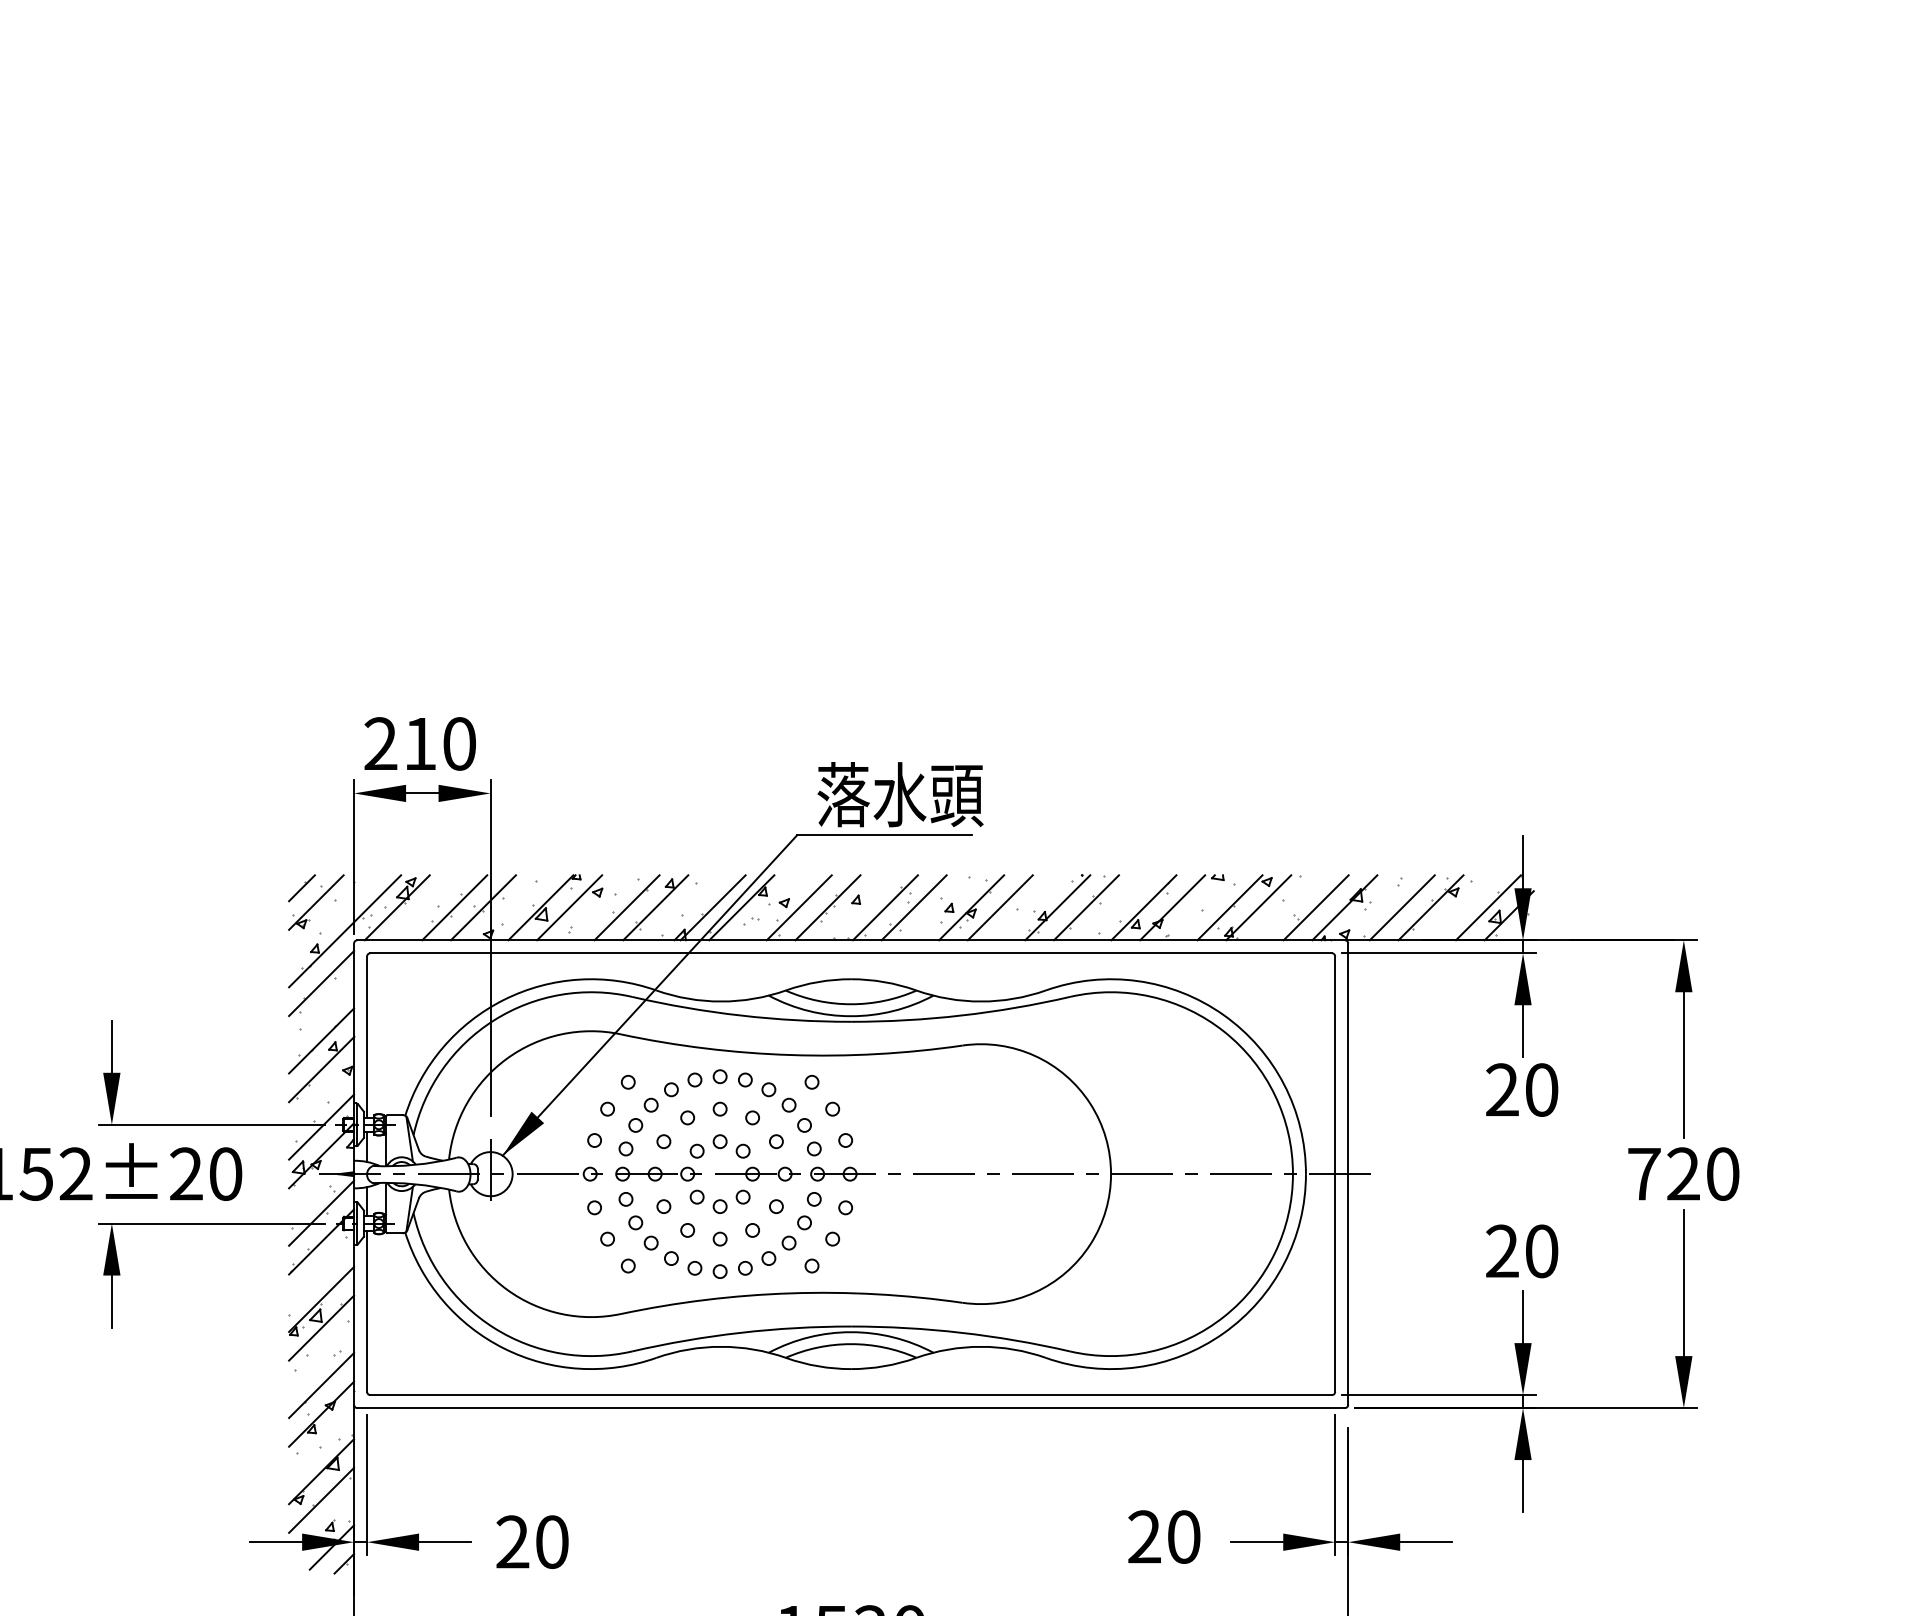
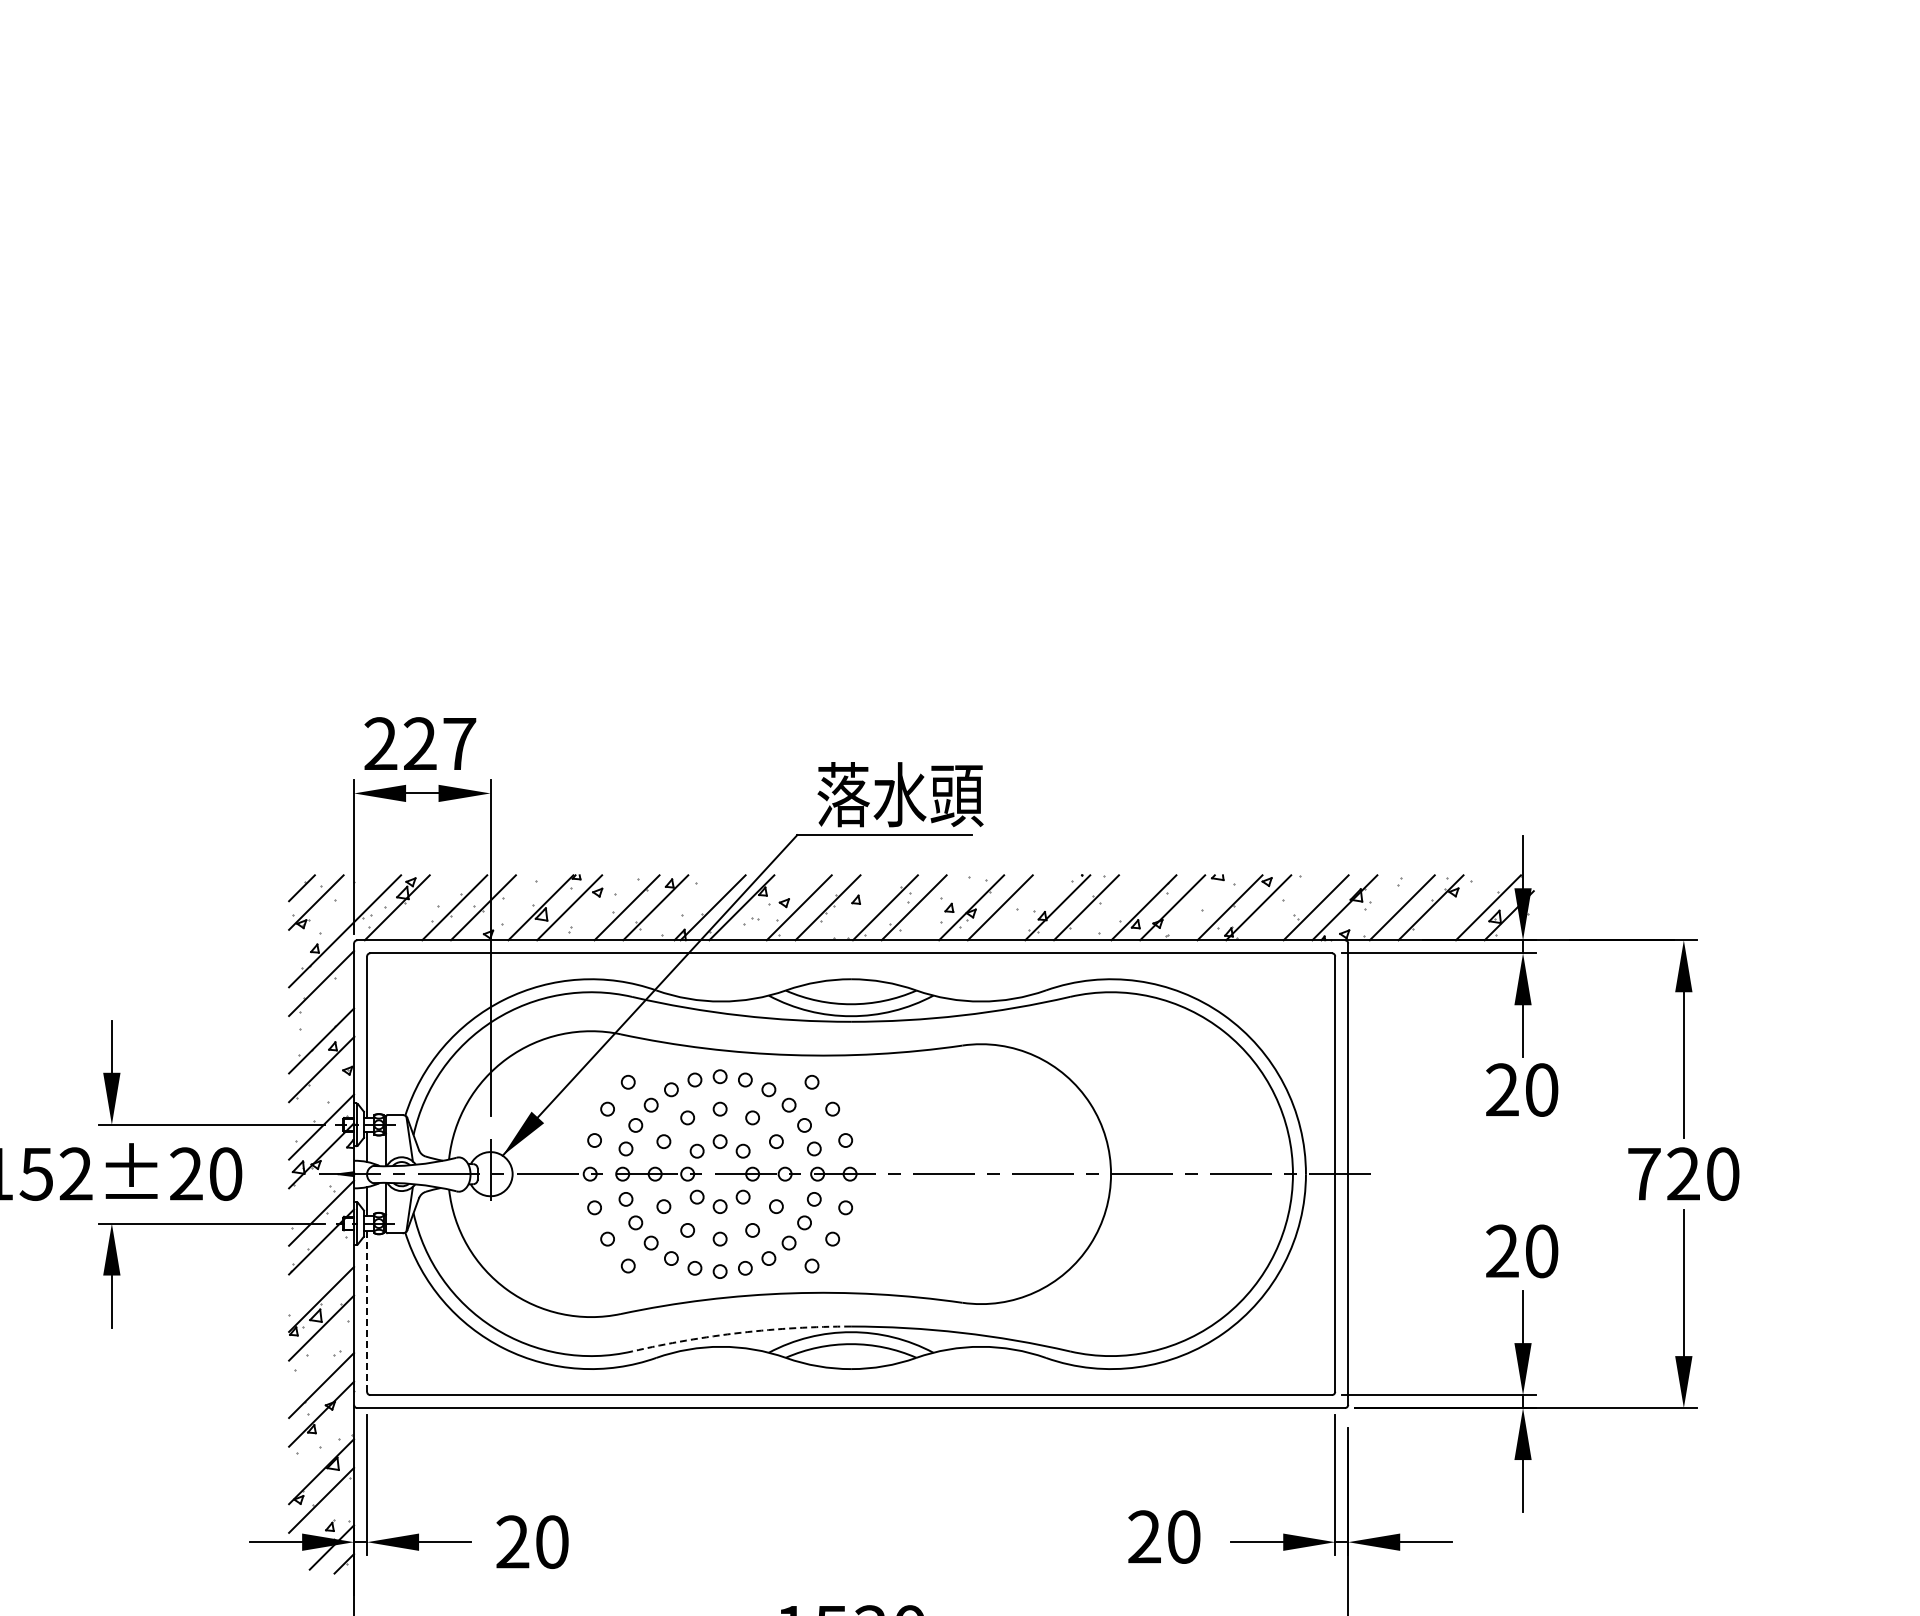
text at (439, 743): 210 -> 227
line at (367, 1311): solid -> dashed
arc at (740, 1332): solid -> dashed
